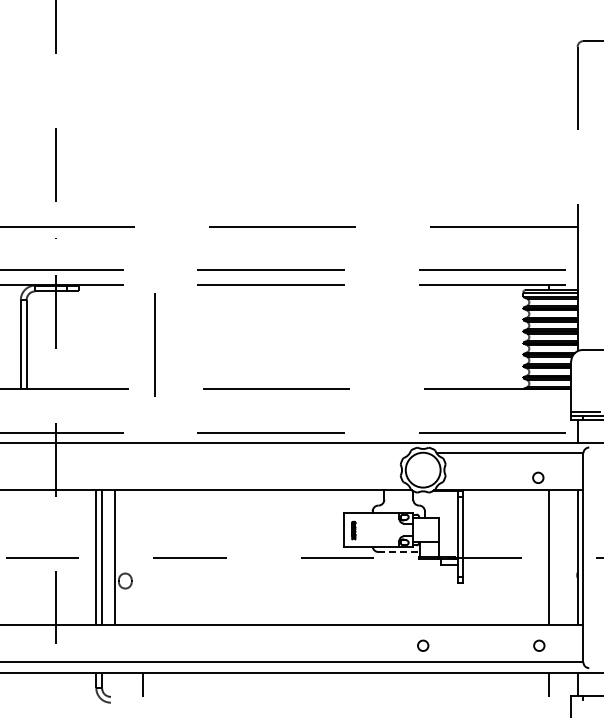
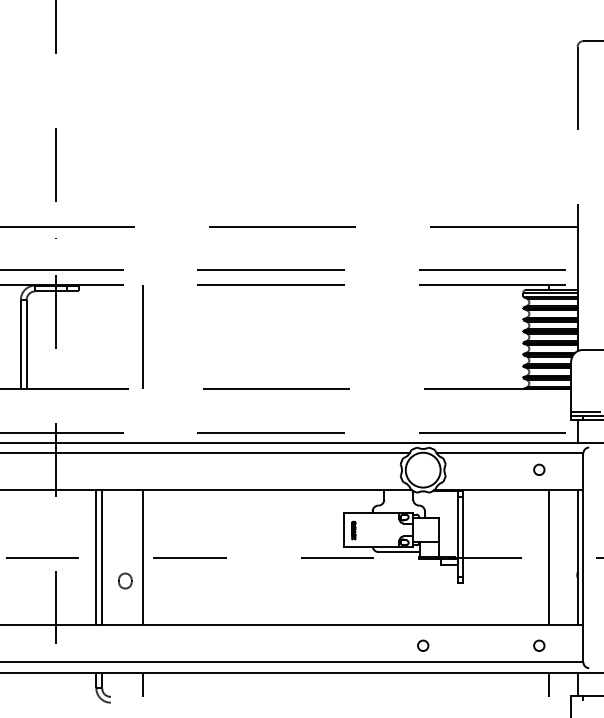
line at (154, 344) position: (154, 344) -> (142, 336)
line at (205, 453): none -> present
circle at (538, 477) position: (538, 477) -> (539, 469)
line at (399, 552): dashed -> solid
line at (114, 557) position: (114, 557) -> (142, 557)
